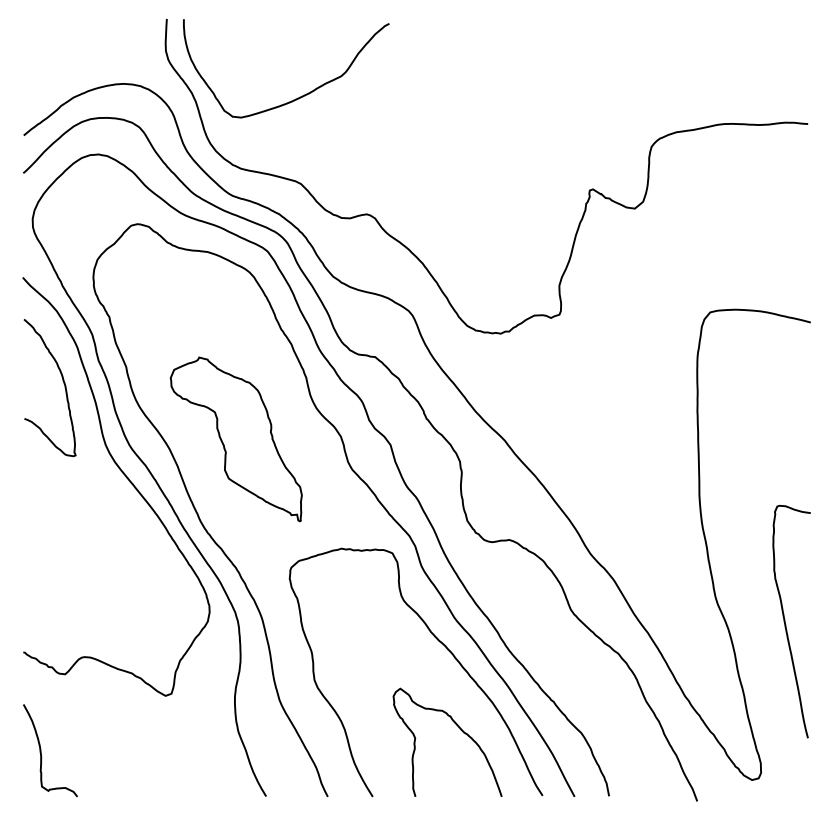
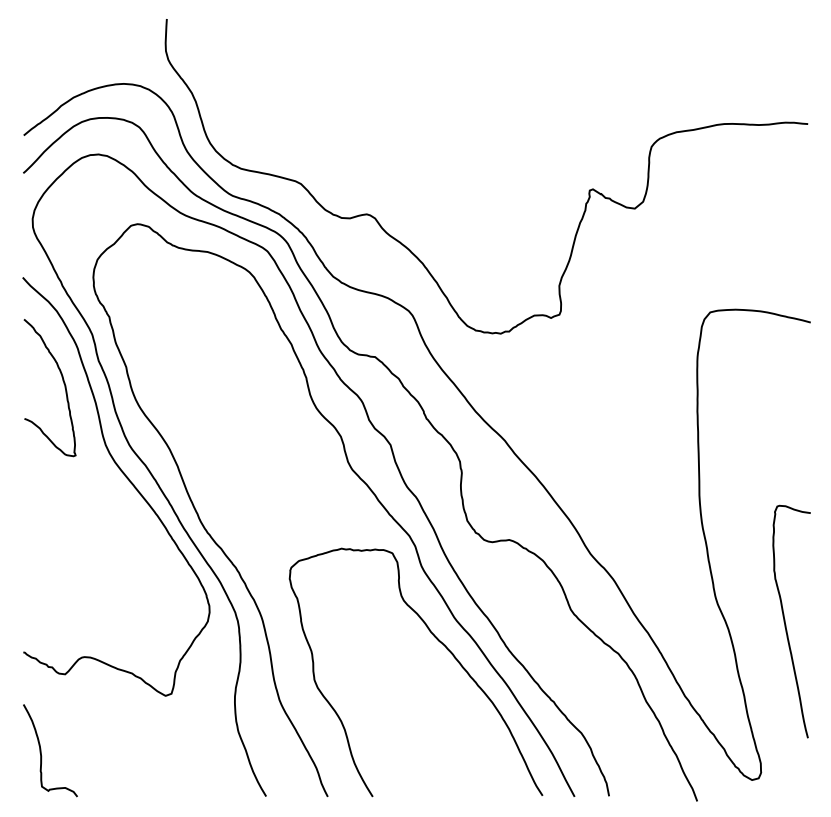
curve at (297, 97): present -> none
part at (235, 439): present -> none
curve at (460, 730): present -> none
